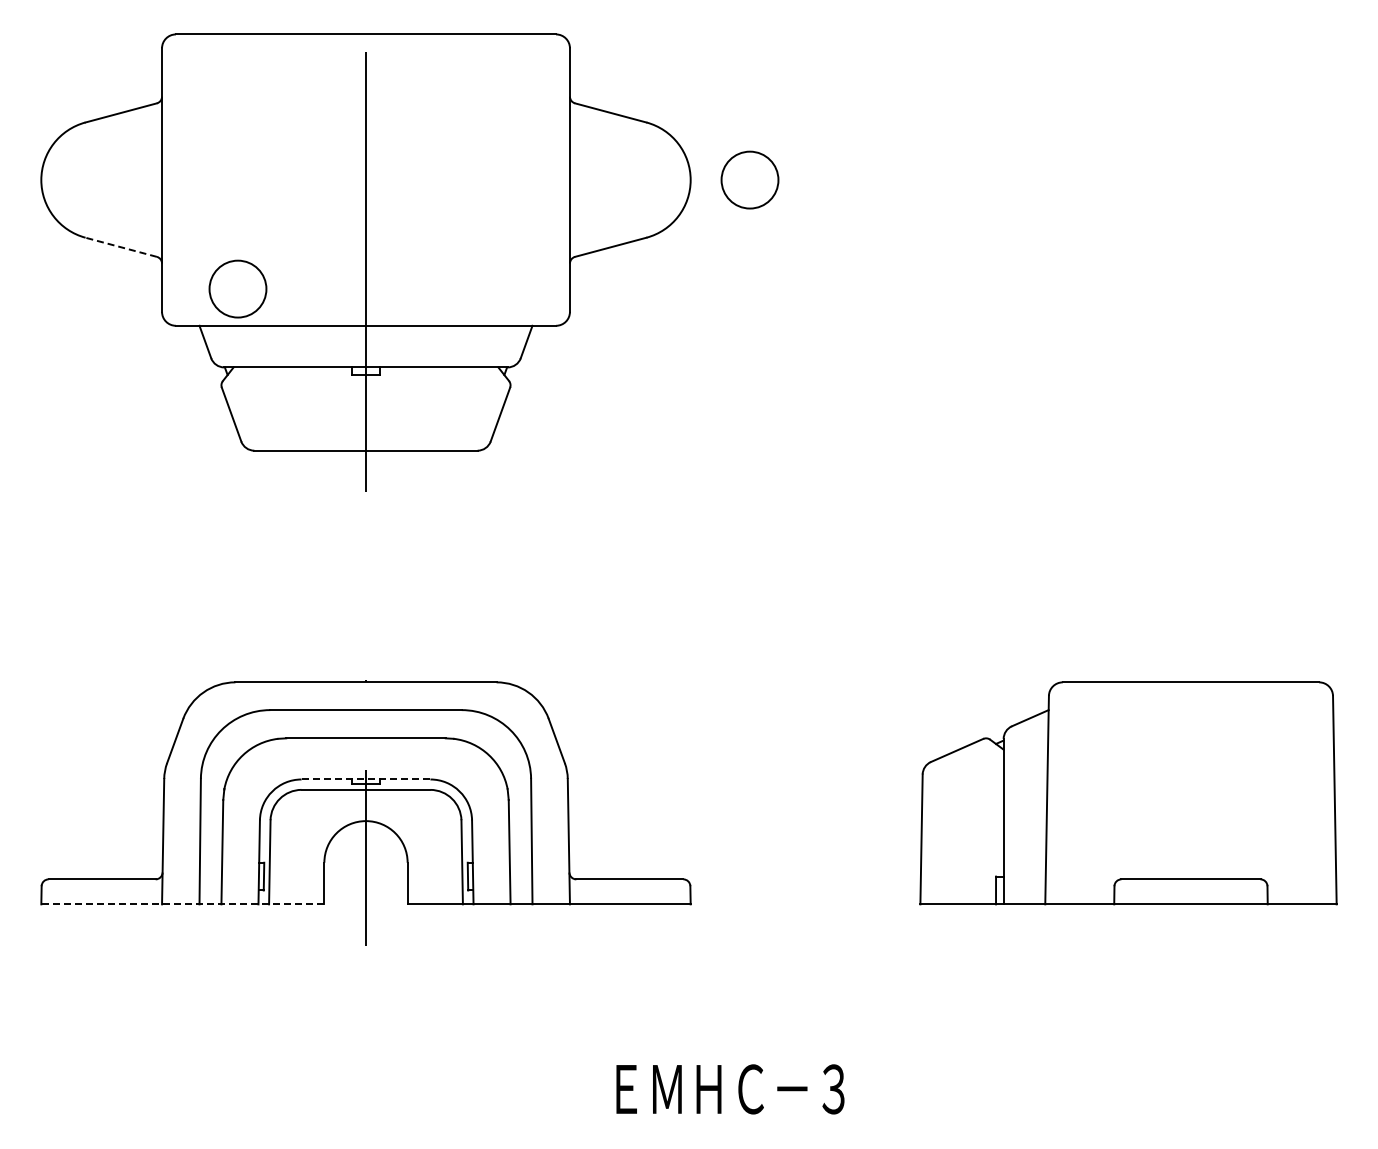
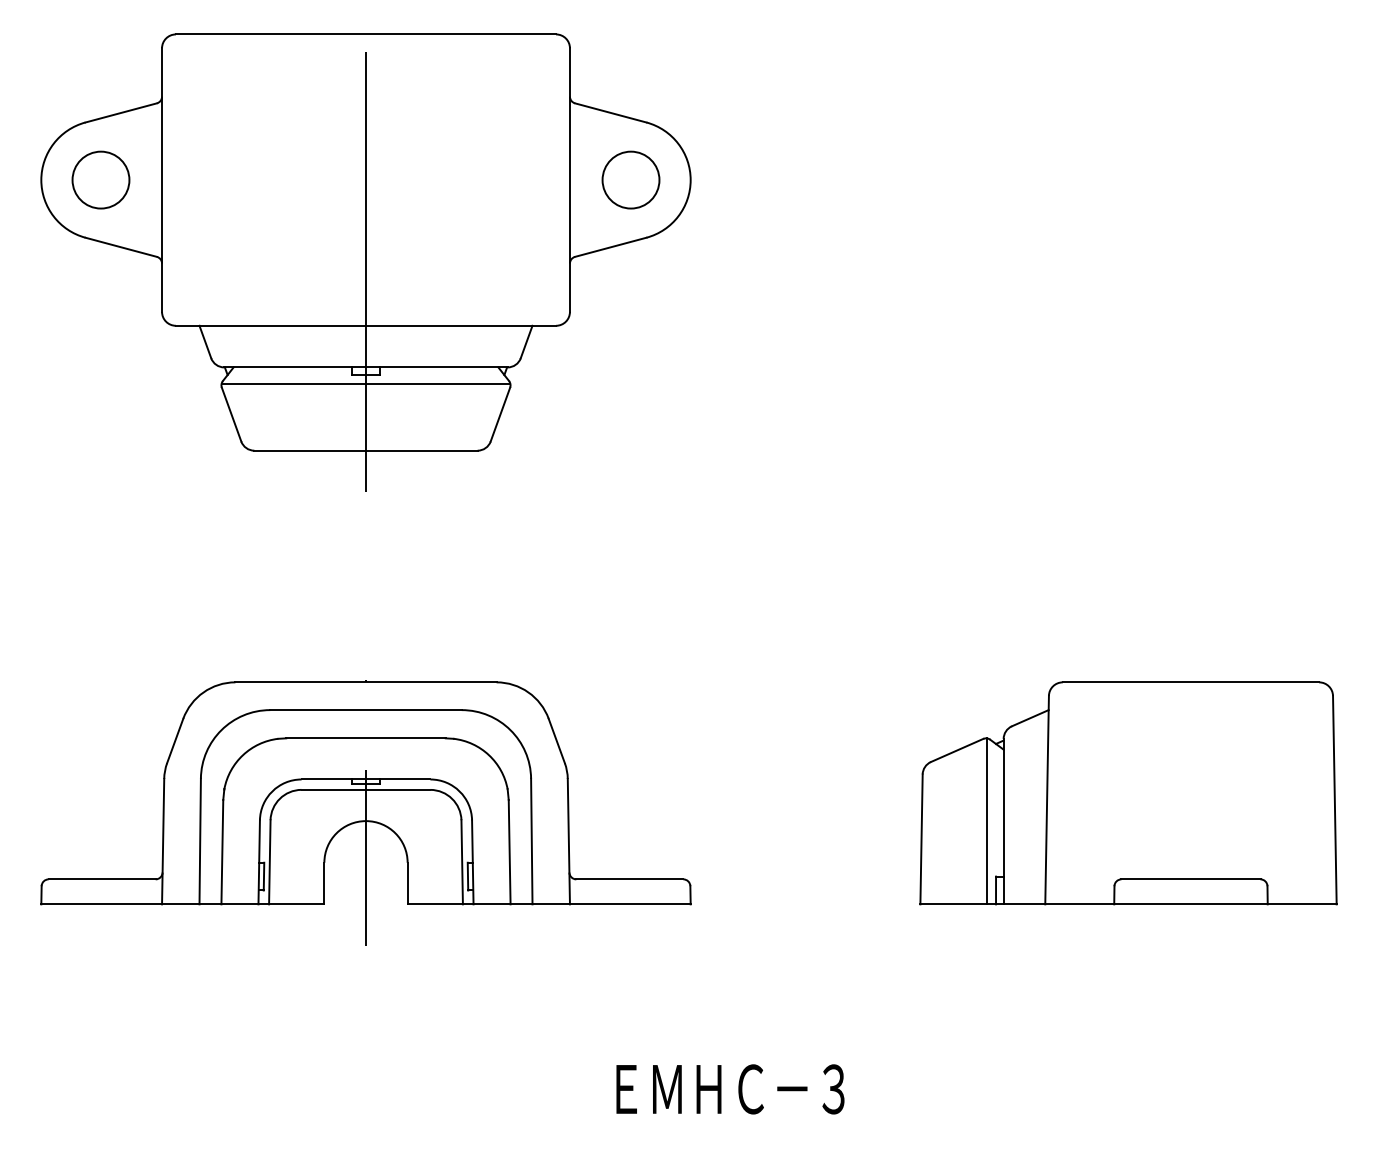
circle at (749, 179) position: (749, 179) -> (630, 179)
line at (121, 247): dashed -> solid
circle at (237, 288) position: (237, 288) -> (100, 179)
line at (365, 384): none -> present
line at (366, 779): dashed -> solid
line at (987, 821): none -> present
line at (182, 904): dashed -> solid
